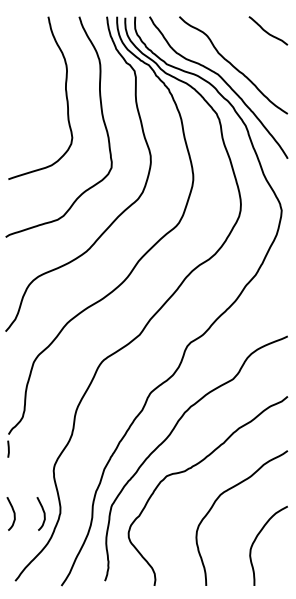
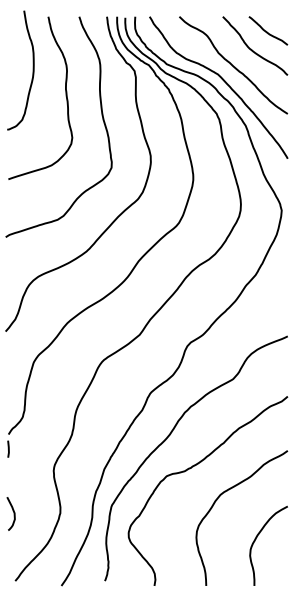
curve at (251, 48): none -> present
curve at (32, 70): none -> present
curve at (42, 511): present -> none
